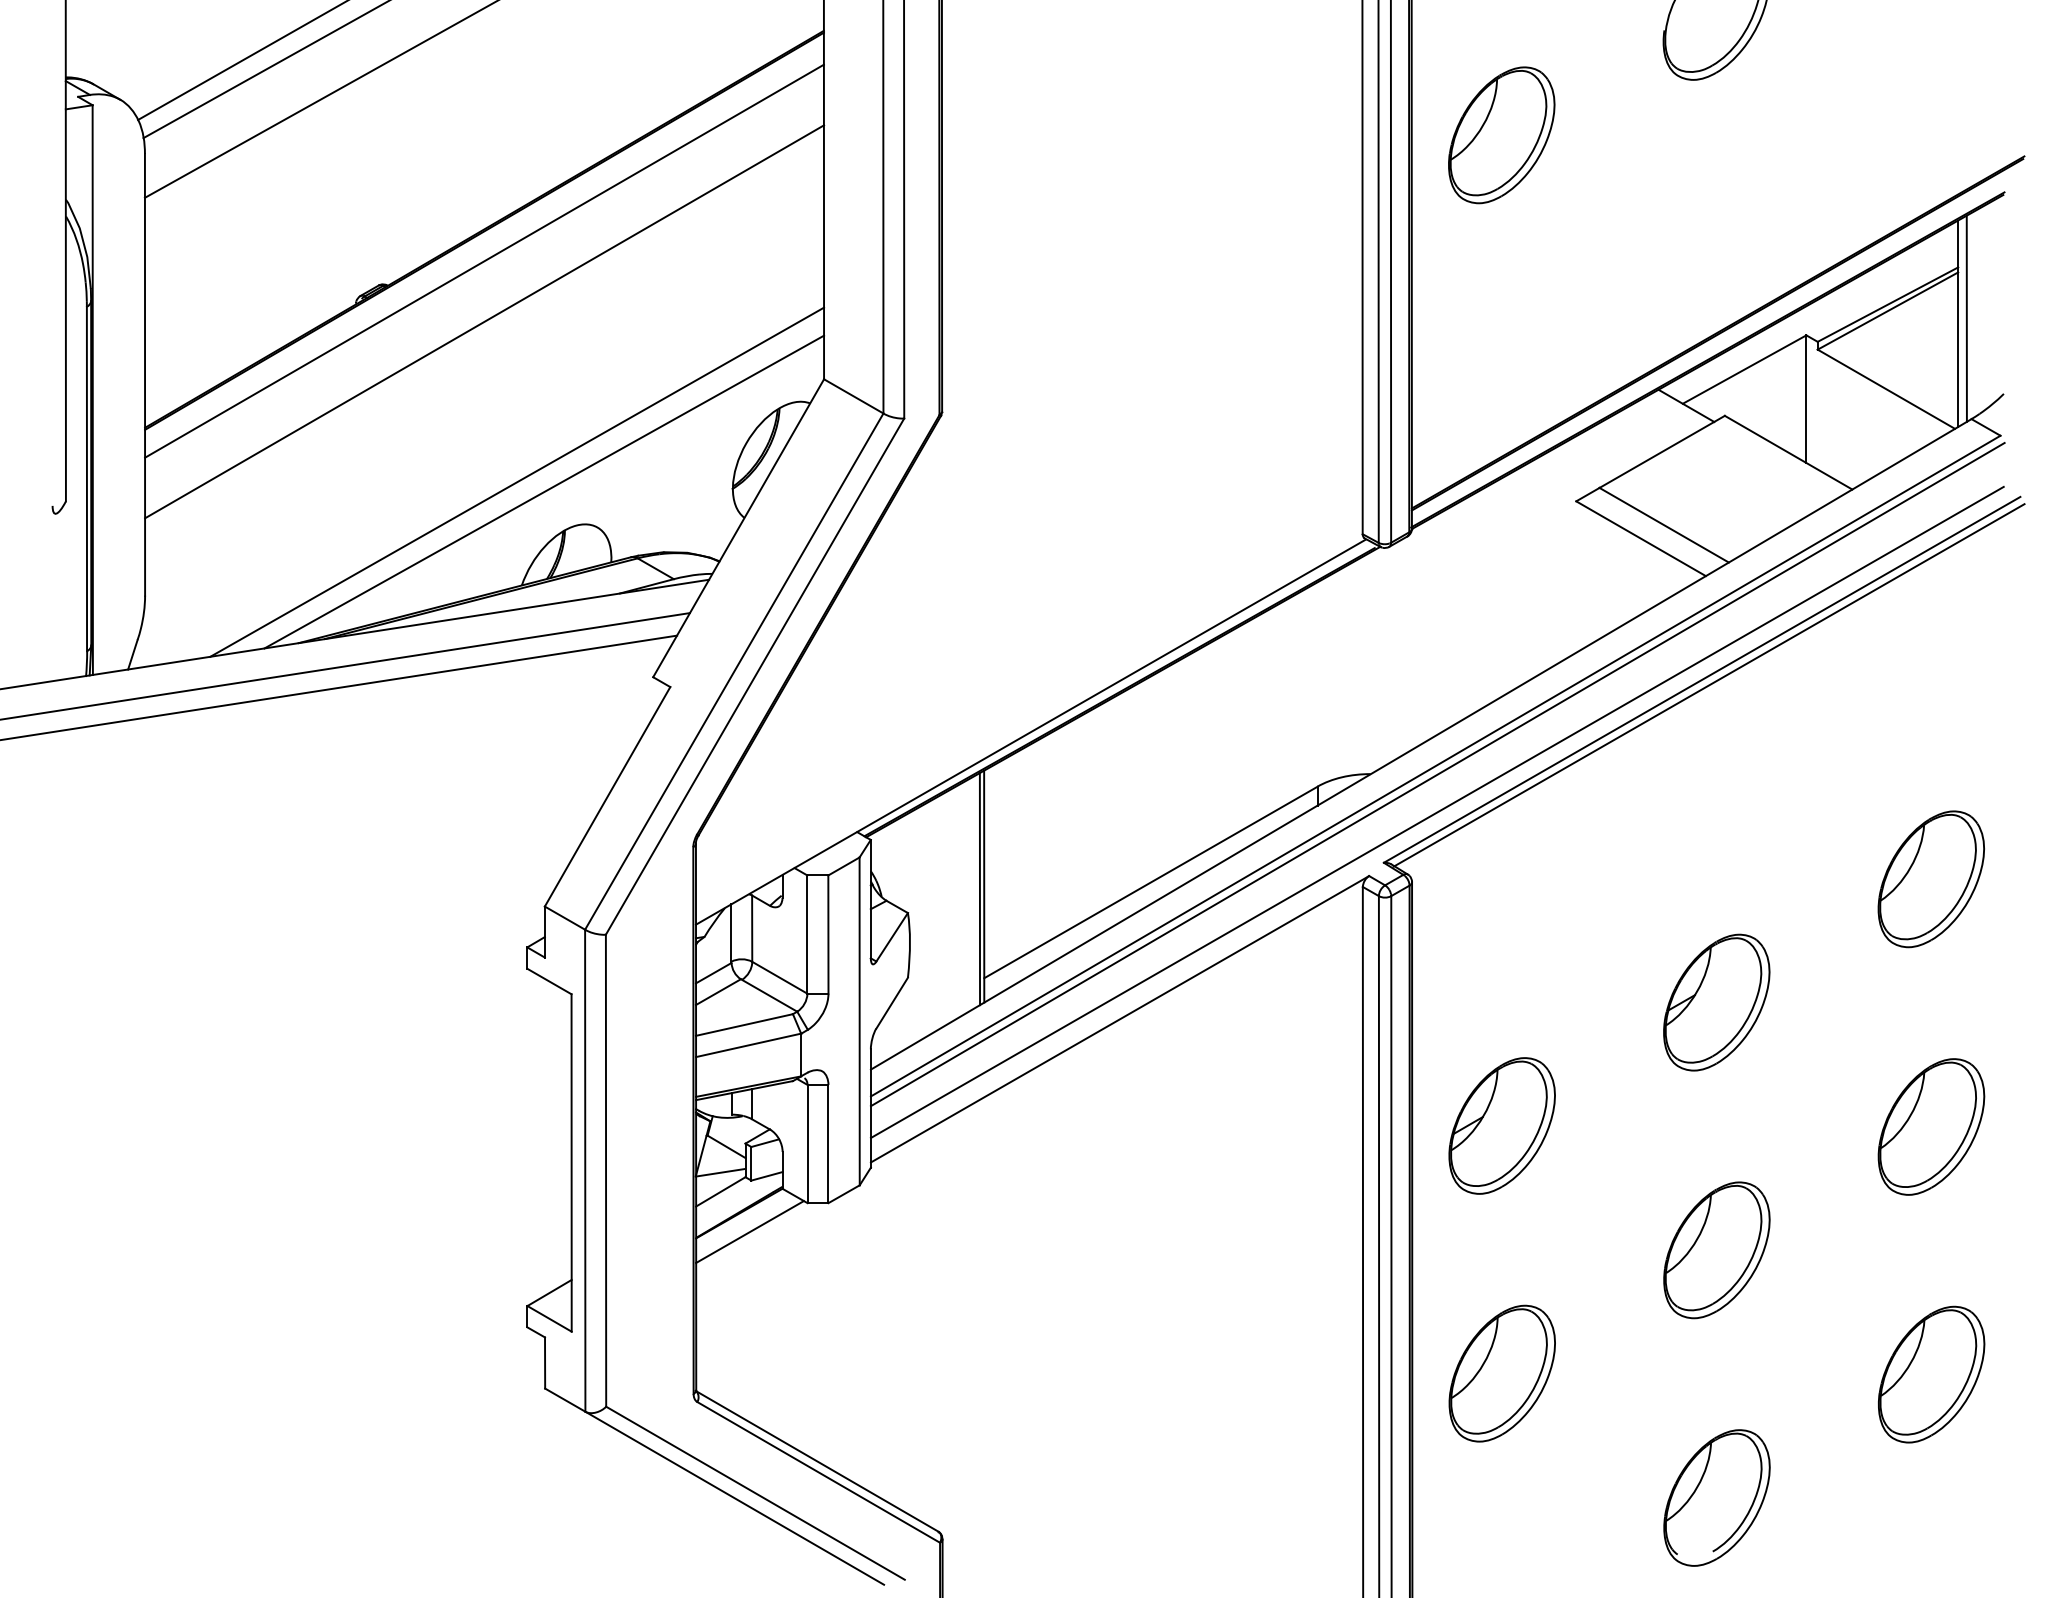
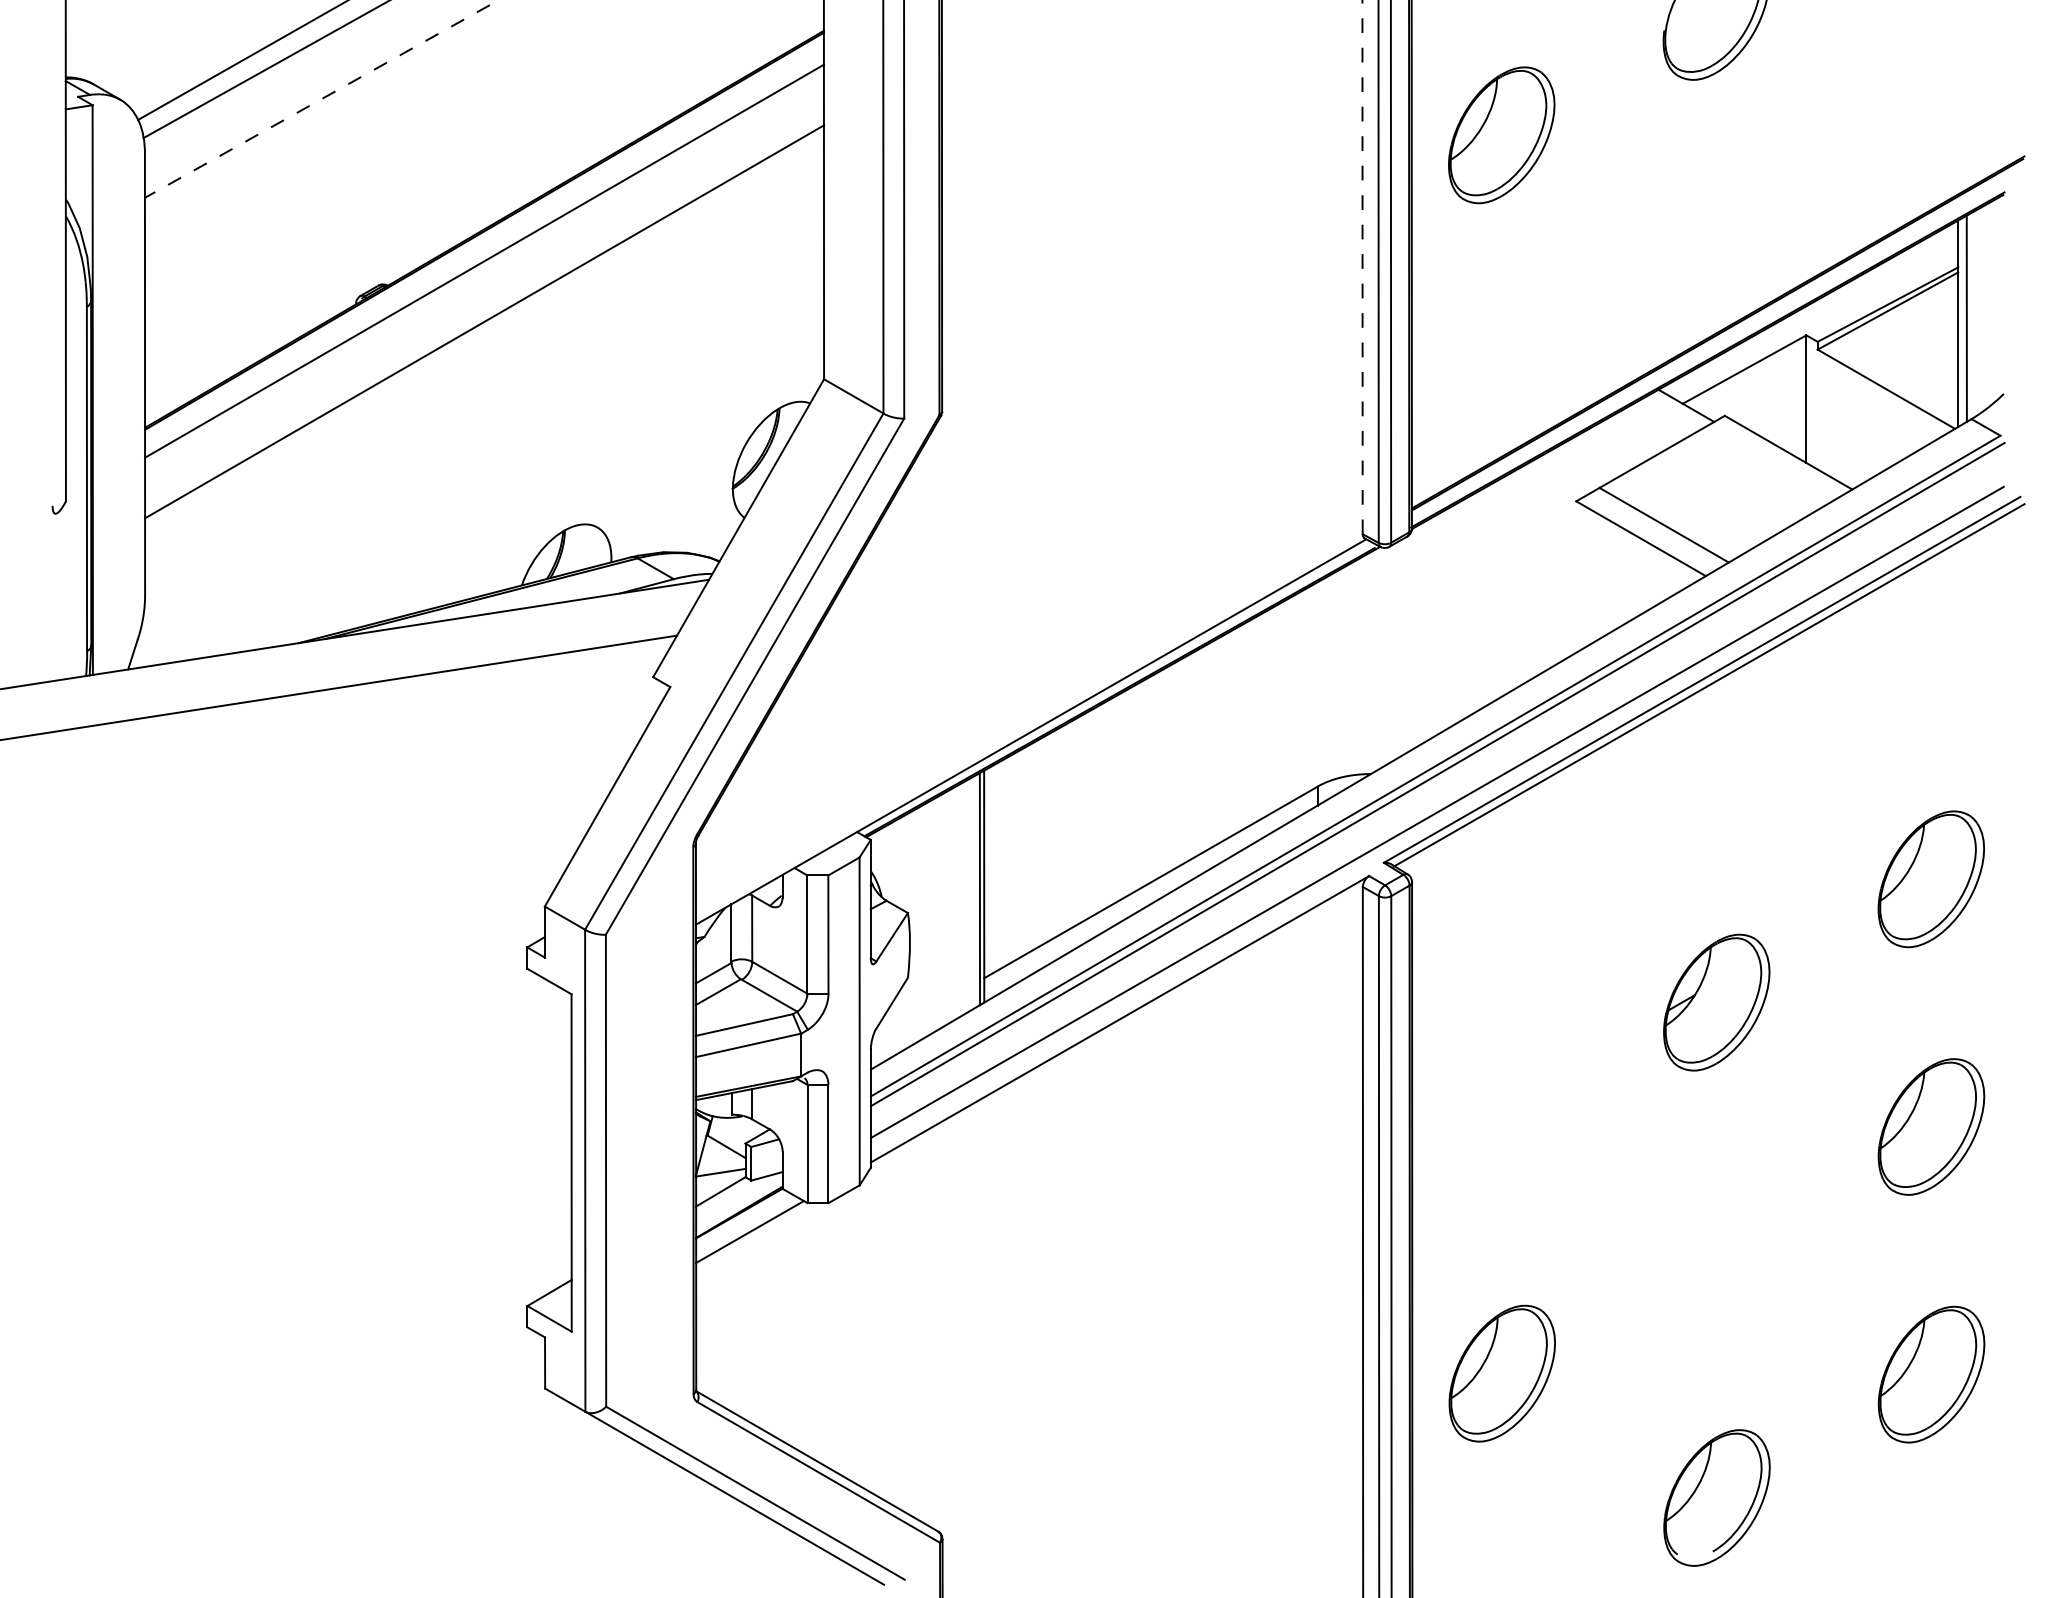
line at (321, 99): solid -> dashed
line at (1362, 267): solid -> dashed
line at (517, 481): present -> none
line at (544, 491): present -> none
line at (345, 666): present -> none
part at (1501, 1125): present -> none
part at (1716, 1250): present -> none
